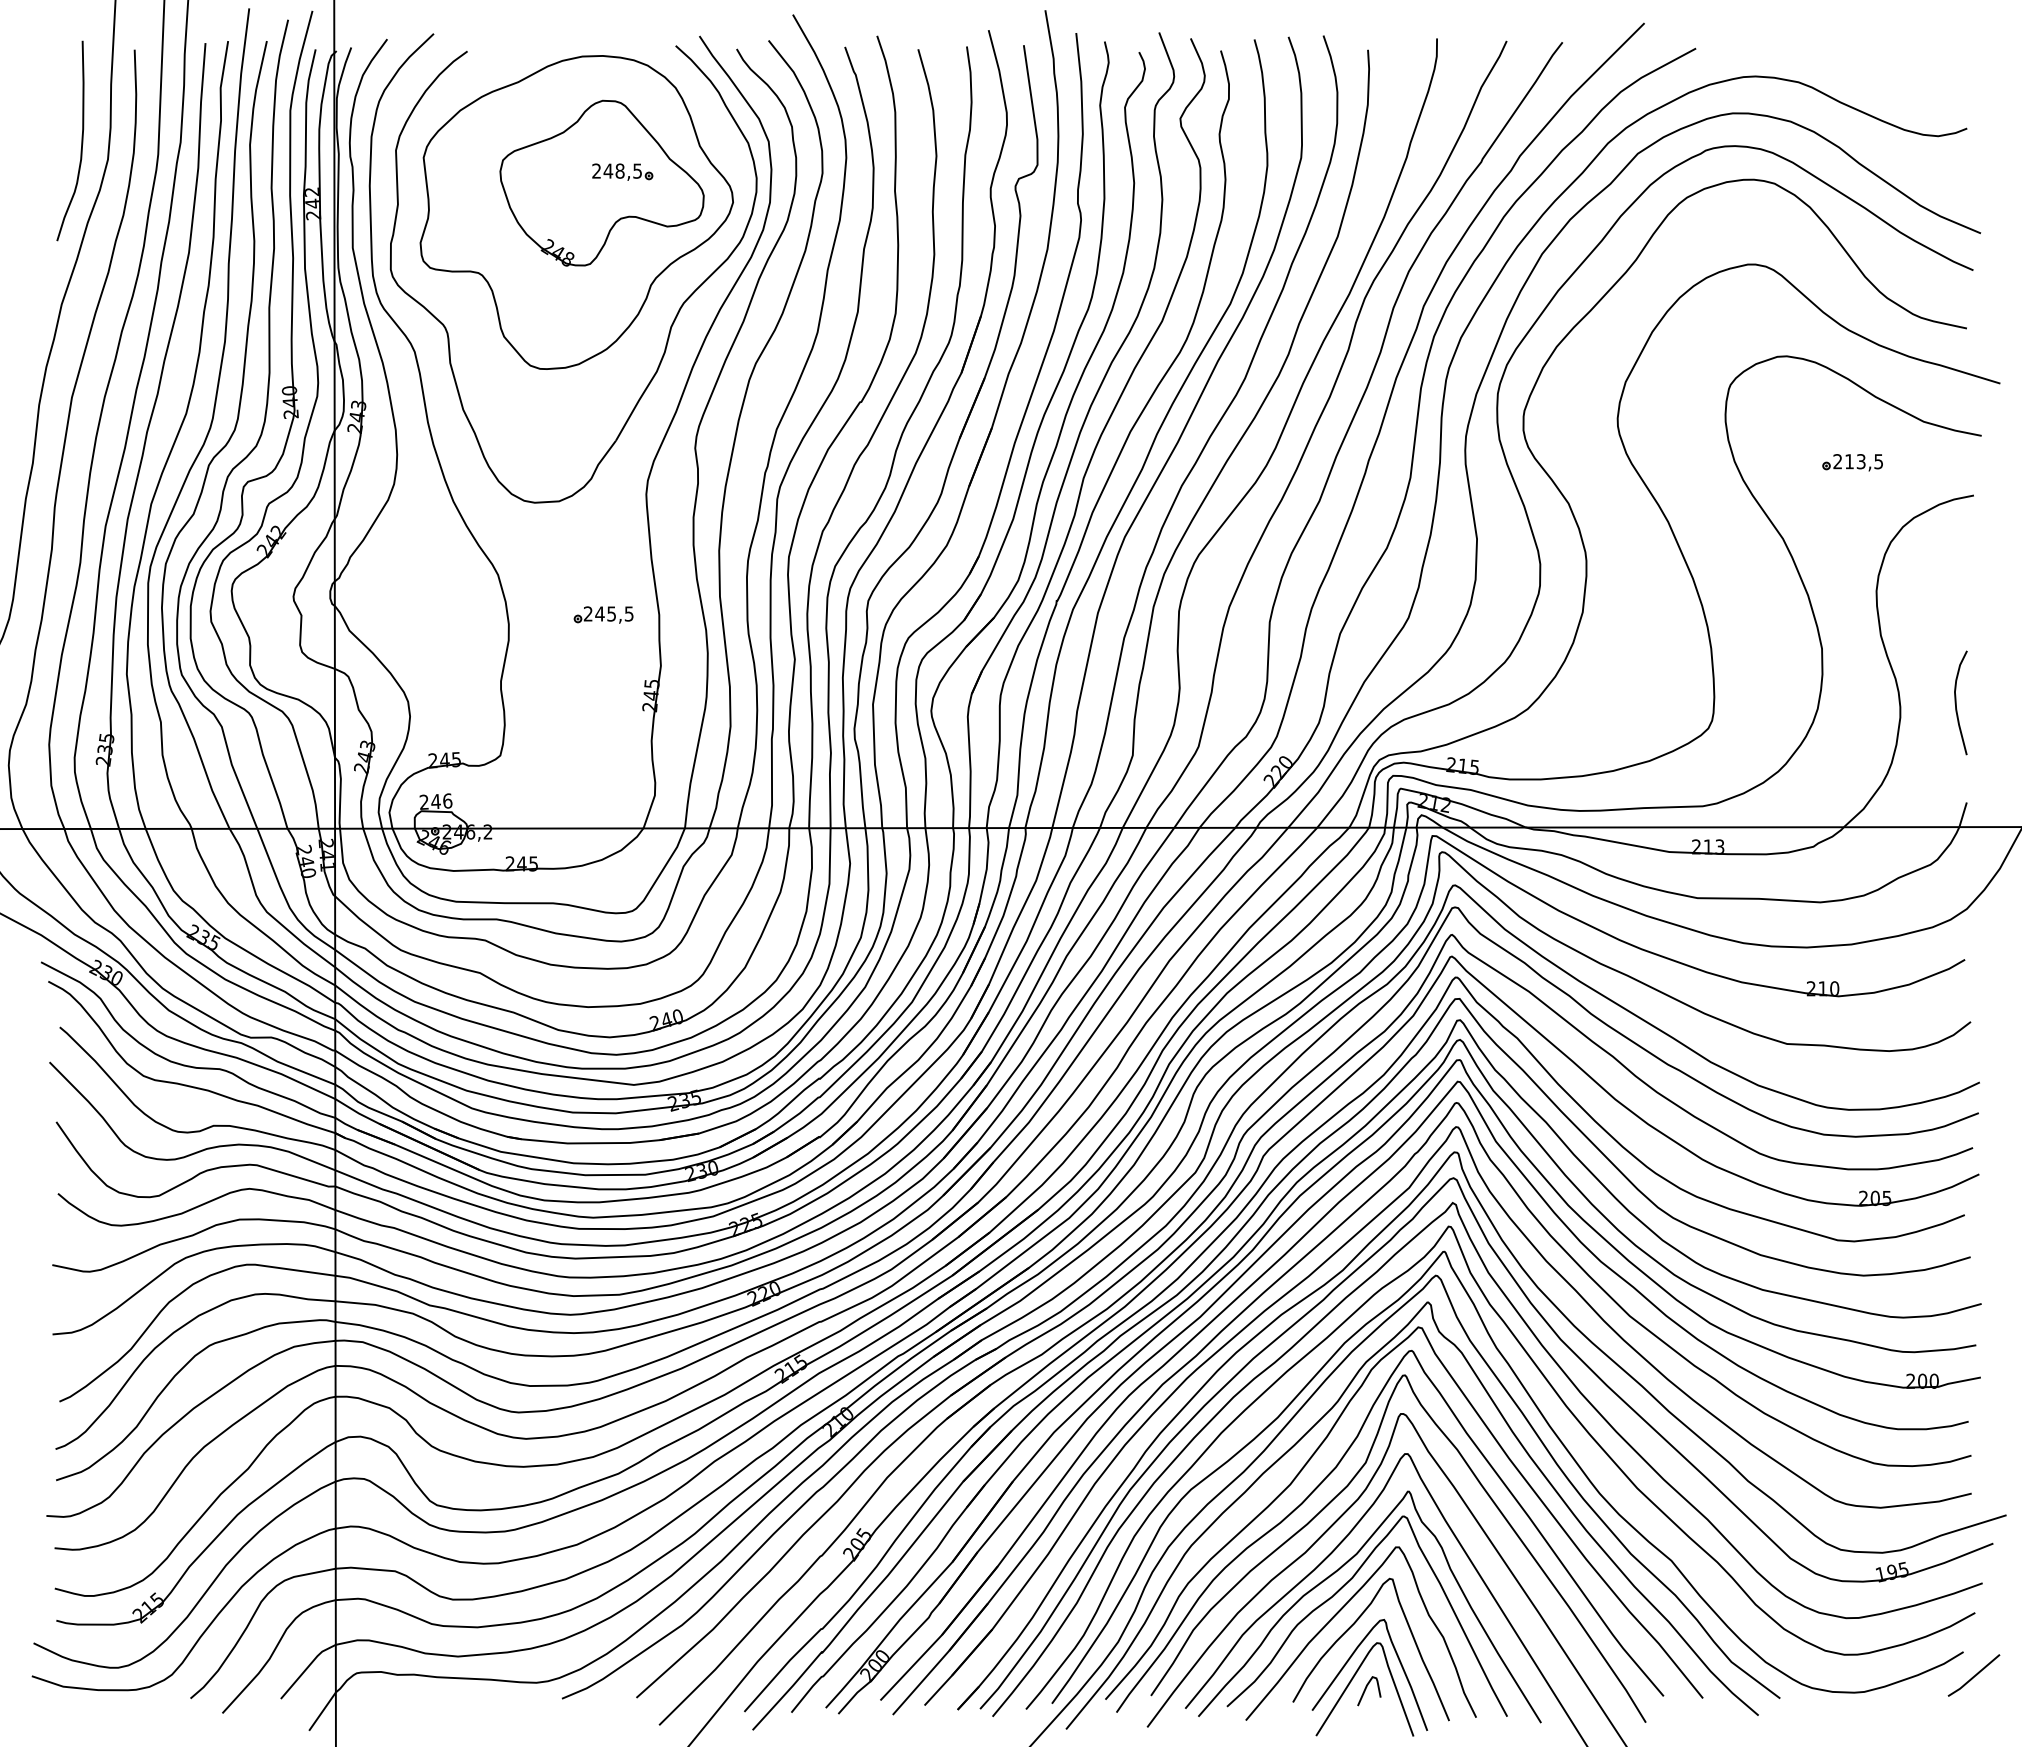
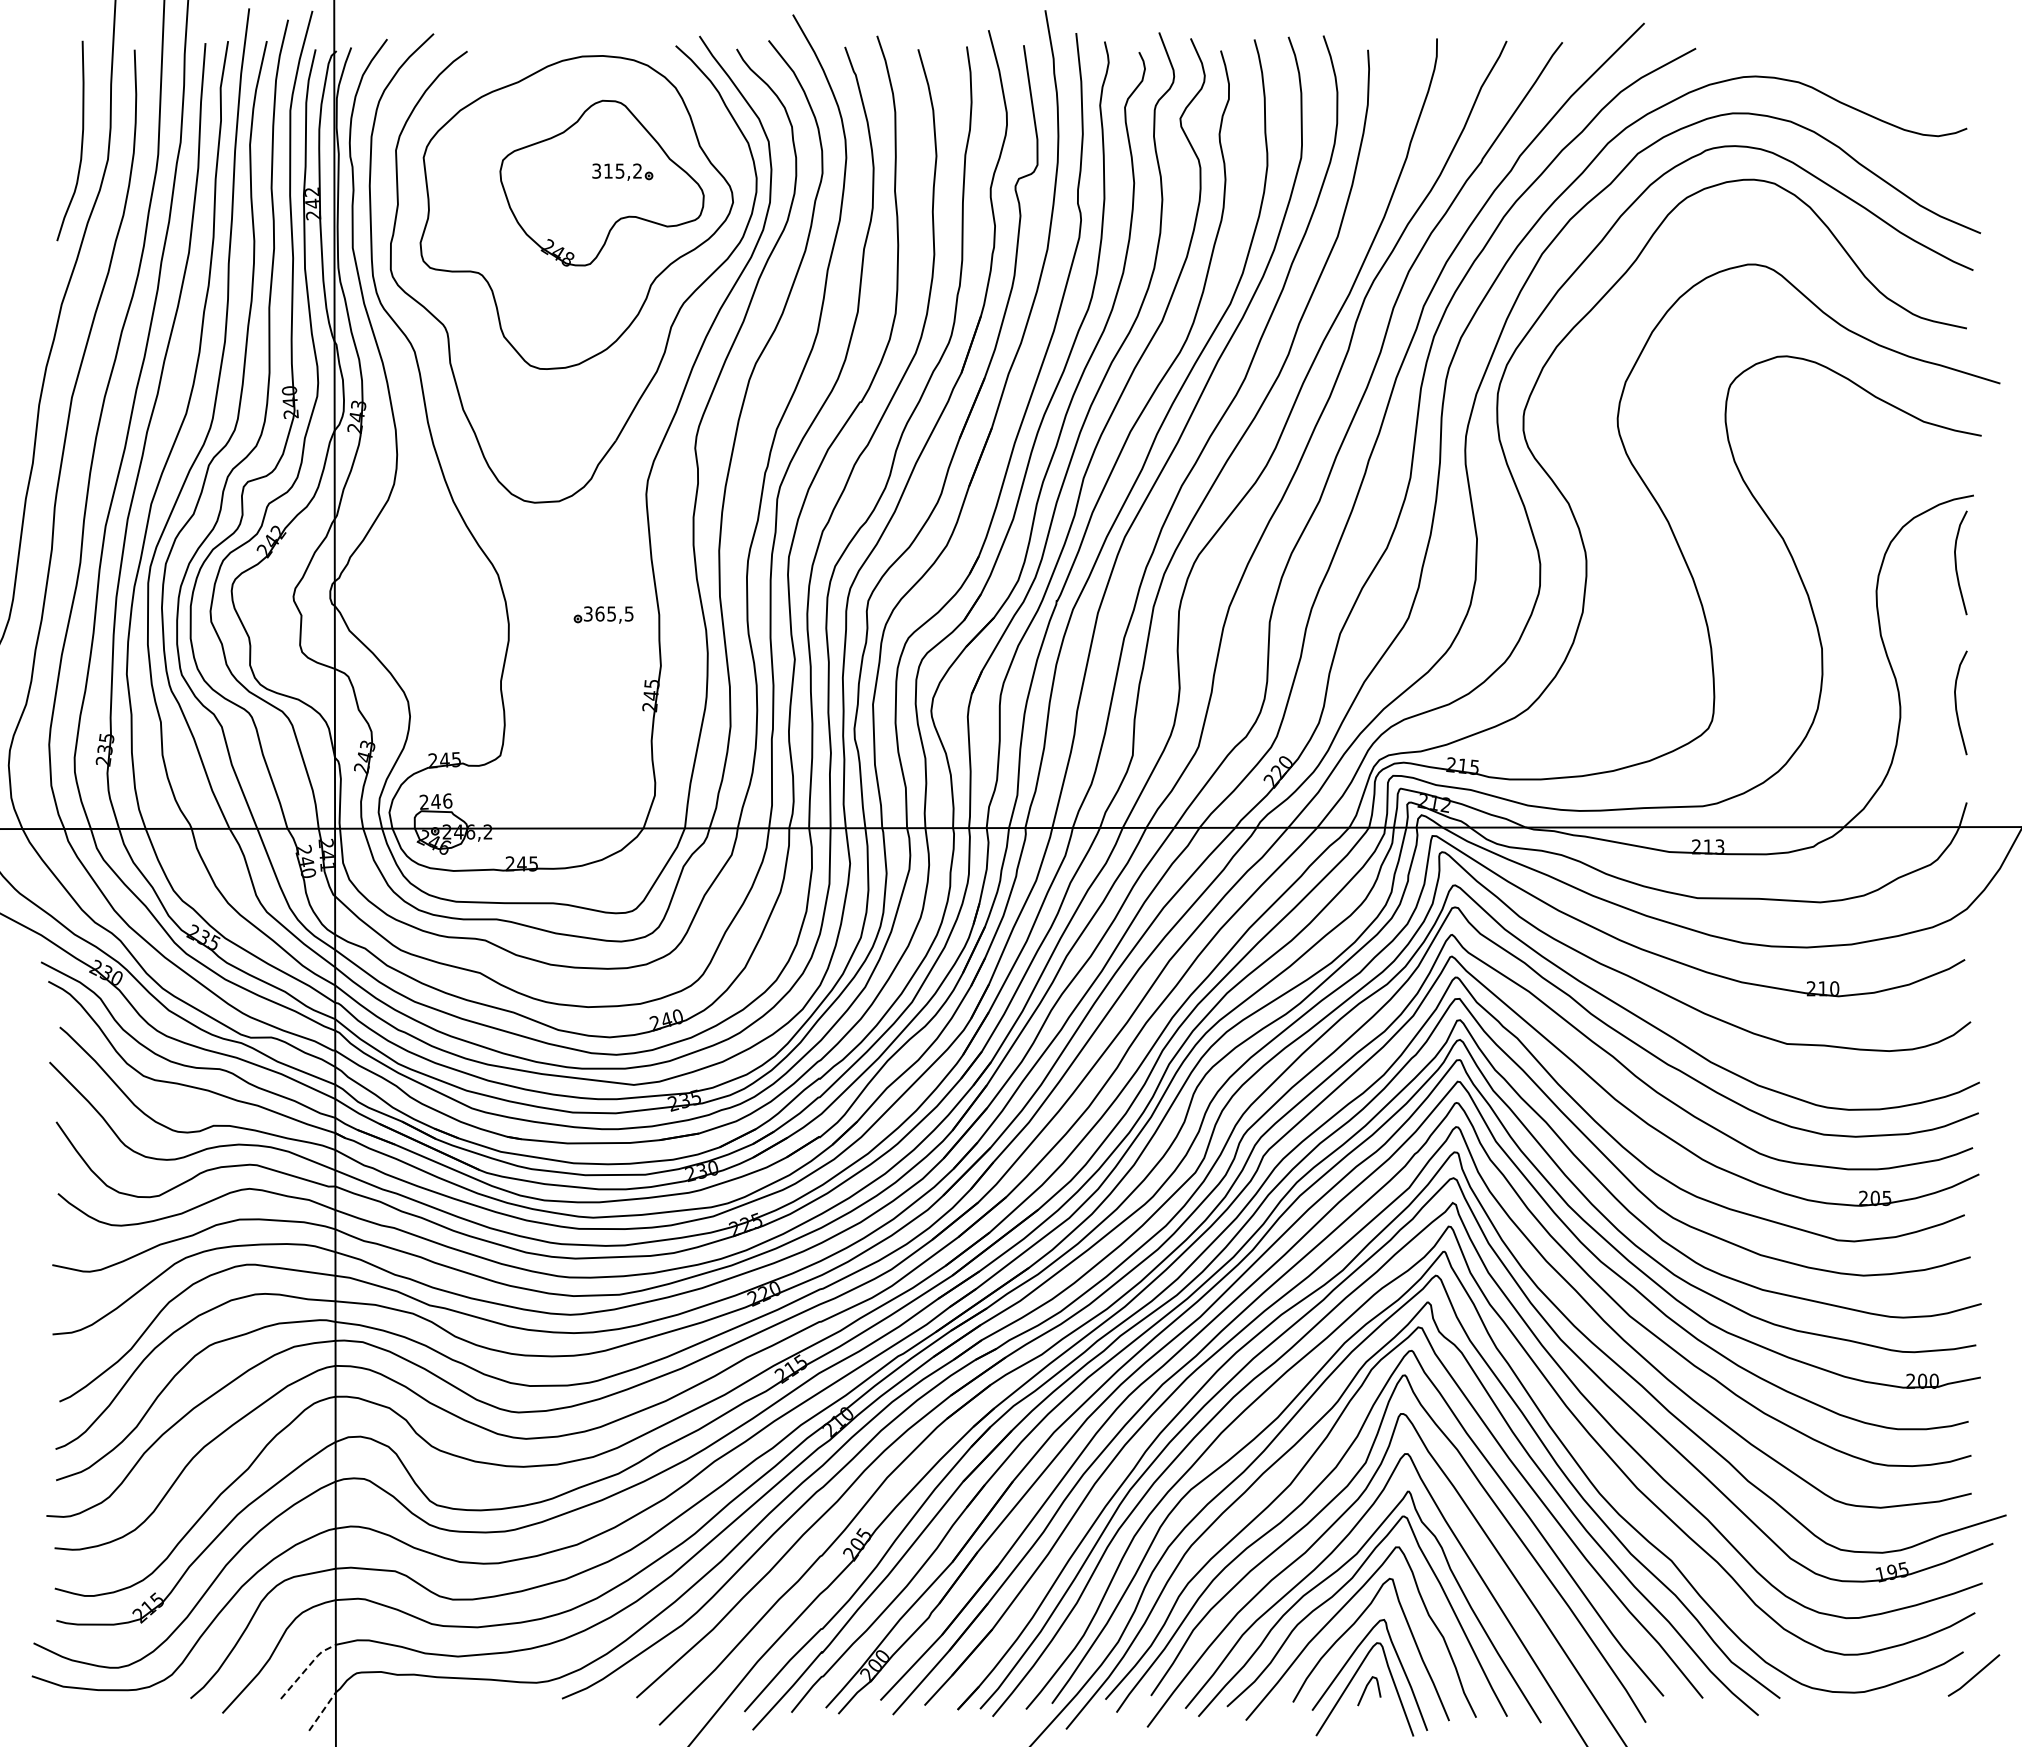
text at (616, 170): 248,5 -> 315,2
part at (1852, 462): present -> none
curve at (1956, 562): none -> present
text at (594, 613): 245,5 -> 365,5
line at (307, 1668): solid -> dashed
line at (322, 1711): solid -> dashed
